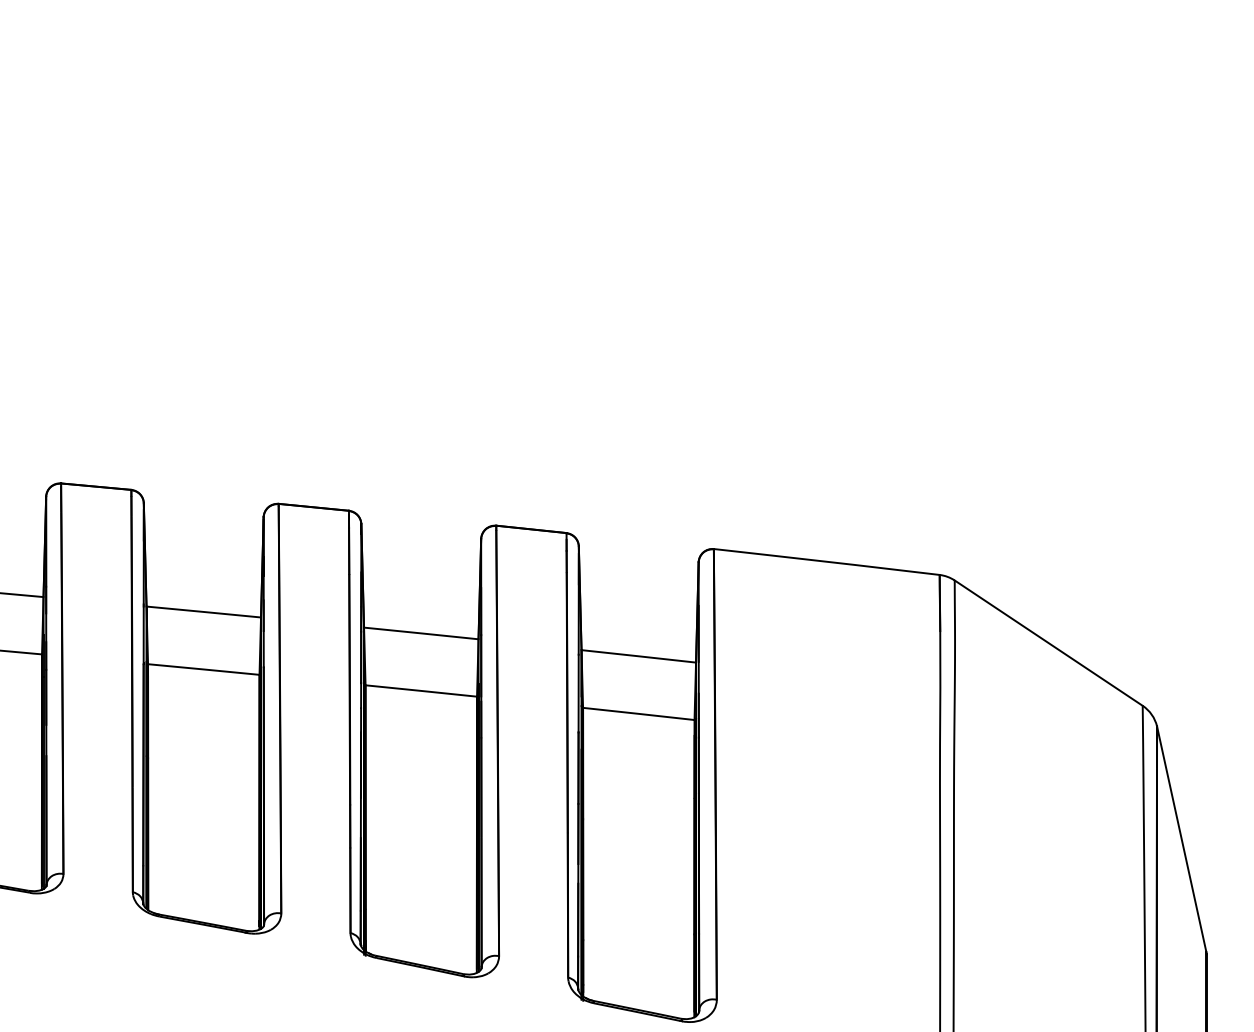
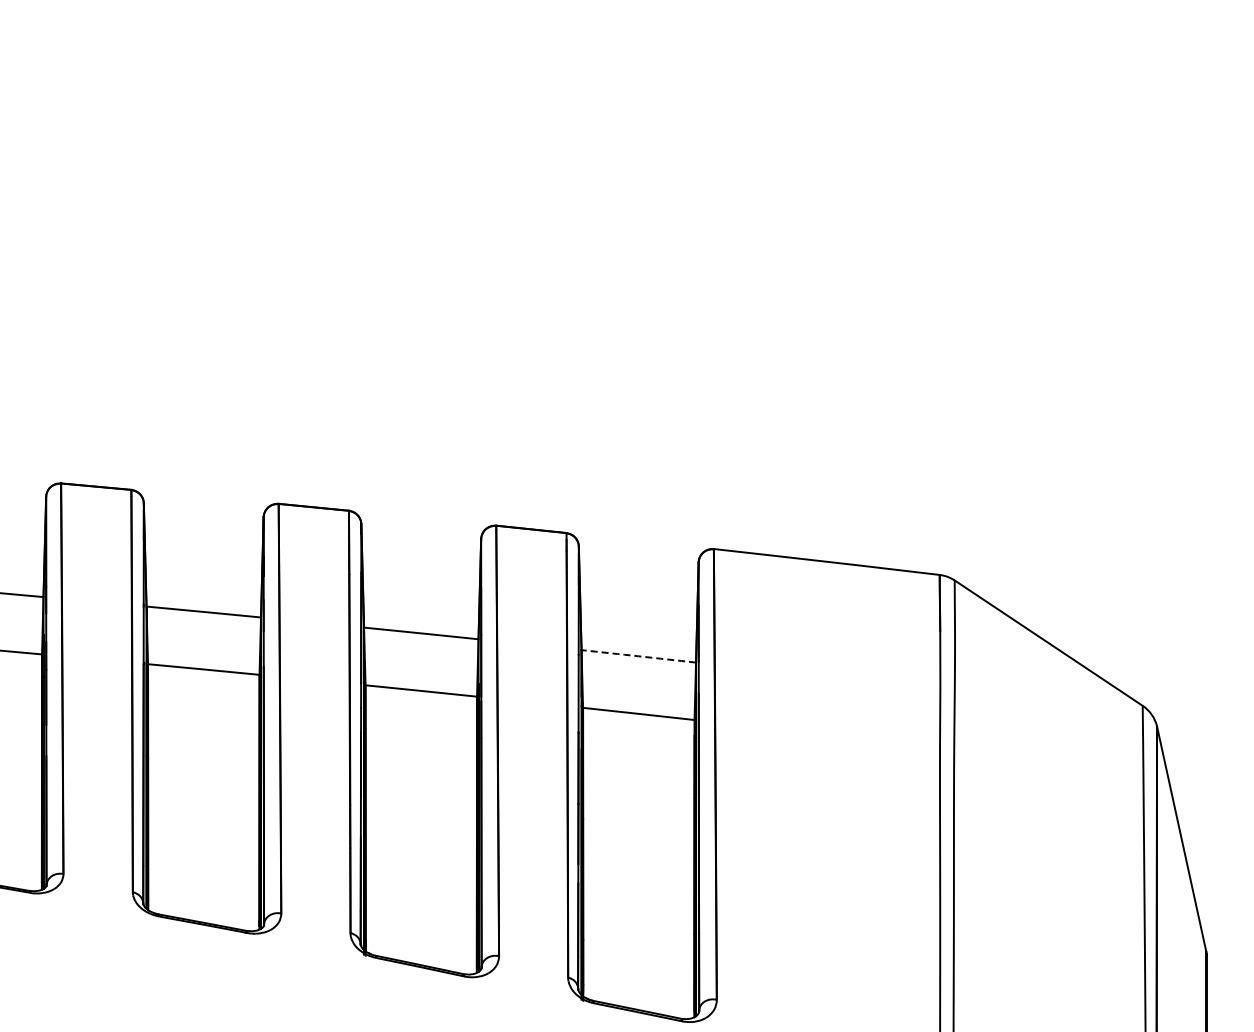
arc at (638, 656): solid -> dashed
